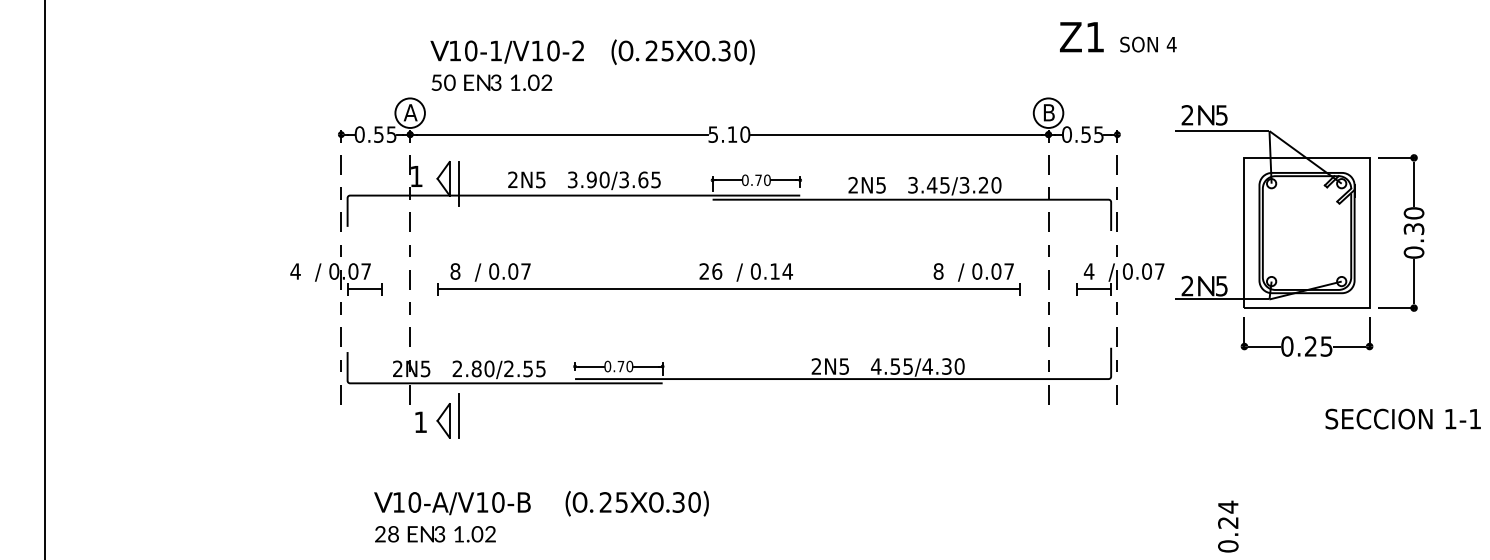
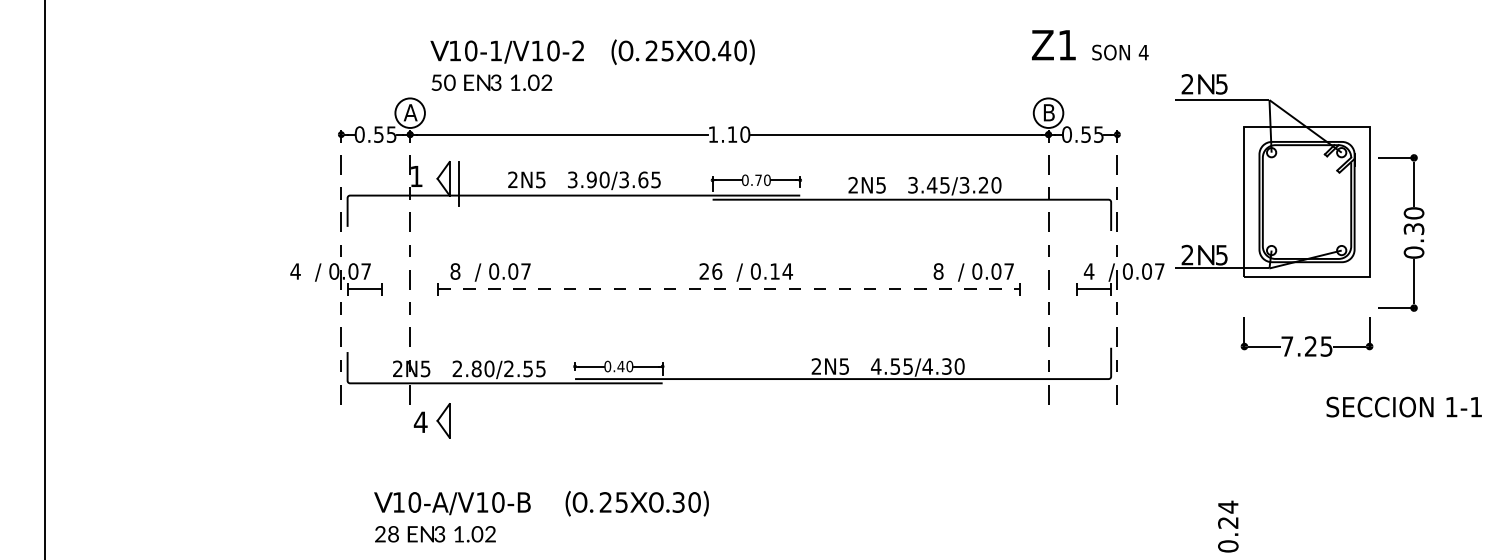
text at (1118, 37) position: (1118, 37) -> (1090, 45)
text at (724, 50): 30 -> 40
text at (712, 134): 5.10 -> 1.10
part at (1272, 206) position: (1272, 206) -> (1272, 175)
line at (729, 289): solid -> dashed
text at (1287, 346): 0.25 -> 7.25
text at (620, 366): 0.70 -> 0.40
line at (458, 415): present -> none
text at (1402, 418) position: (1402, 418) -> (1403, 406)
text at (420, 421): 1 -> 4
